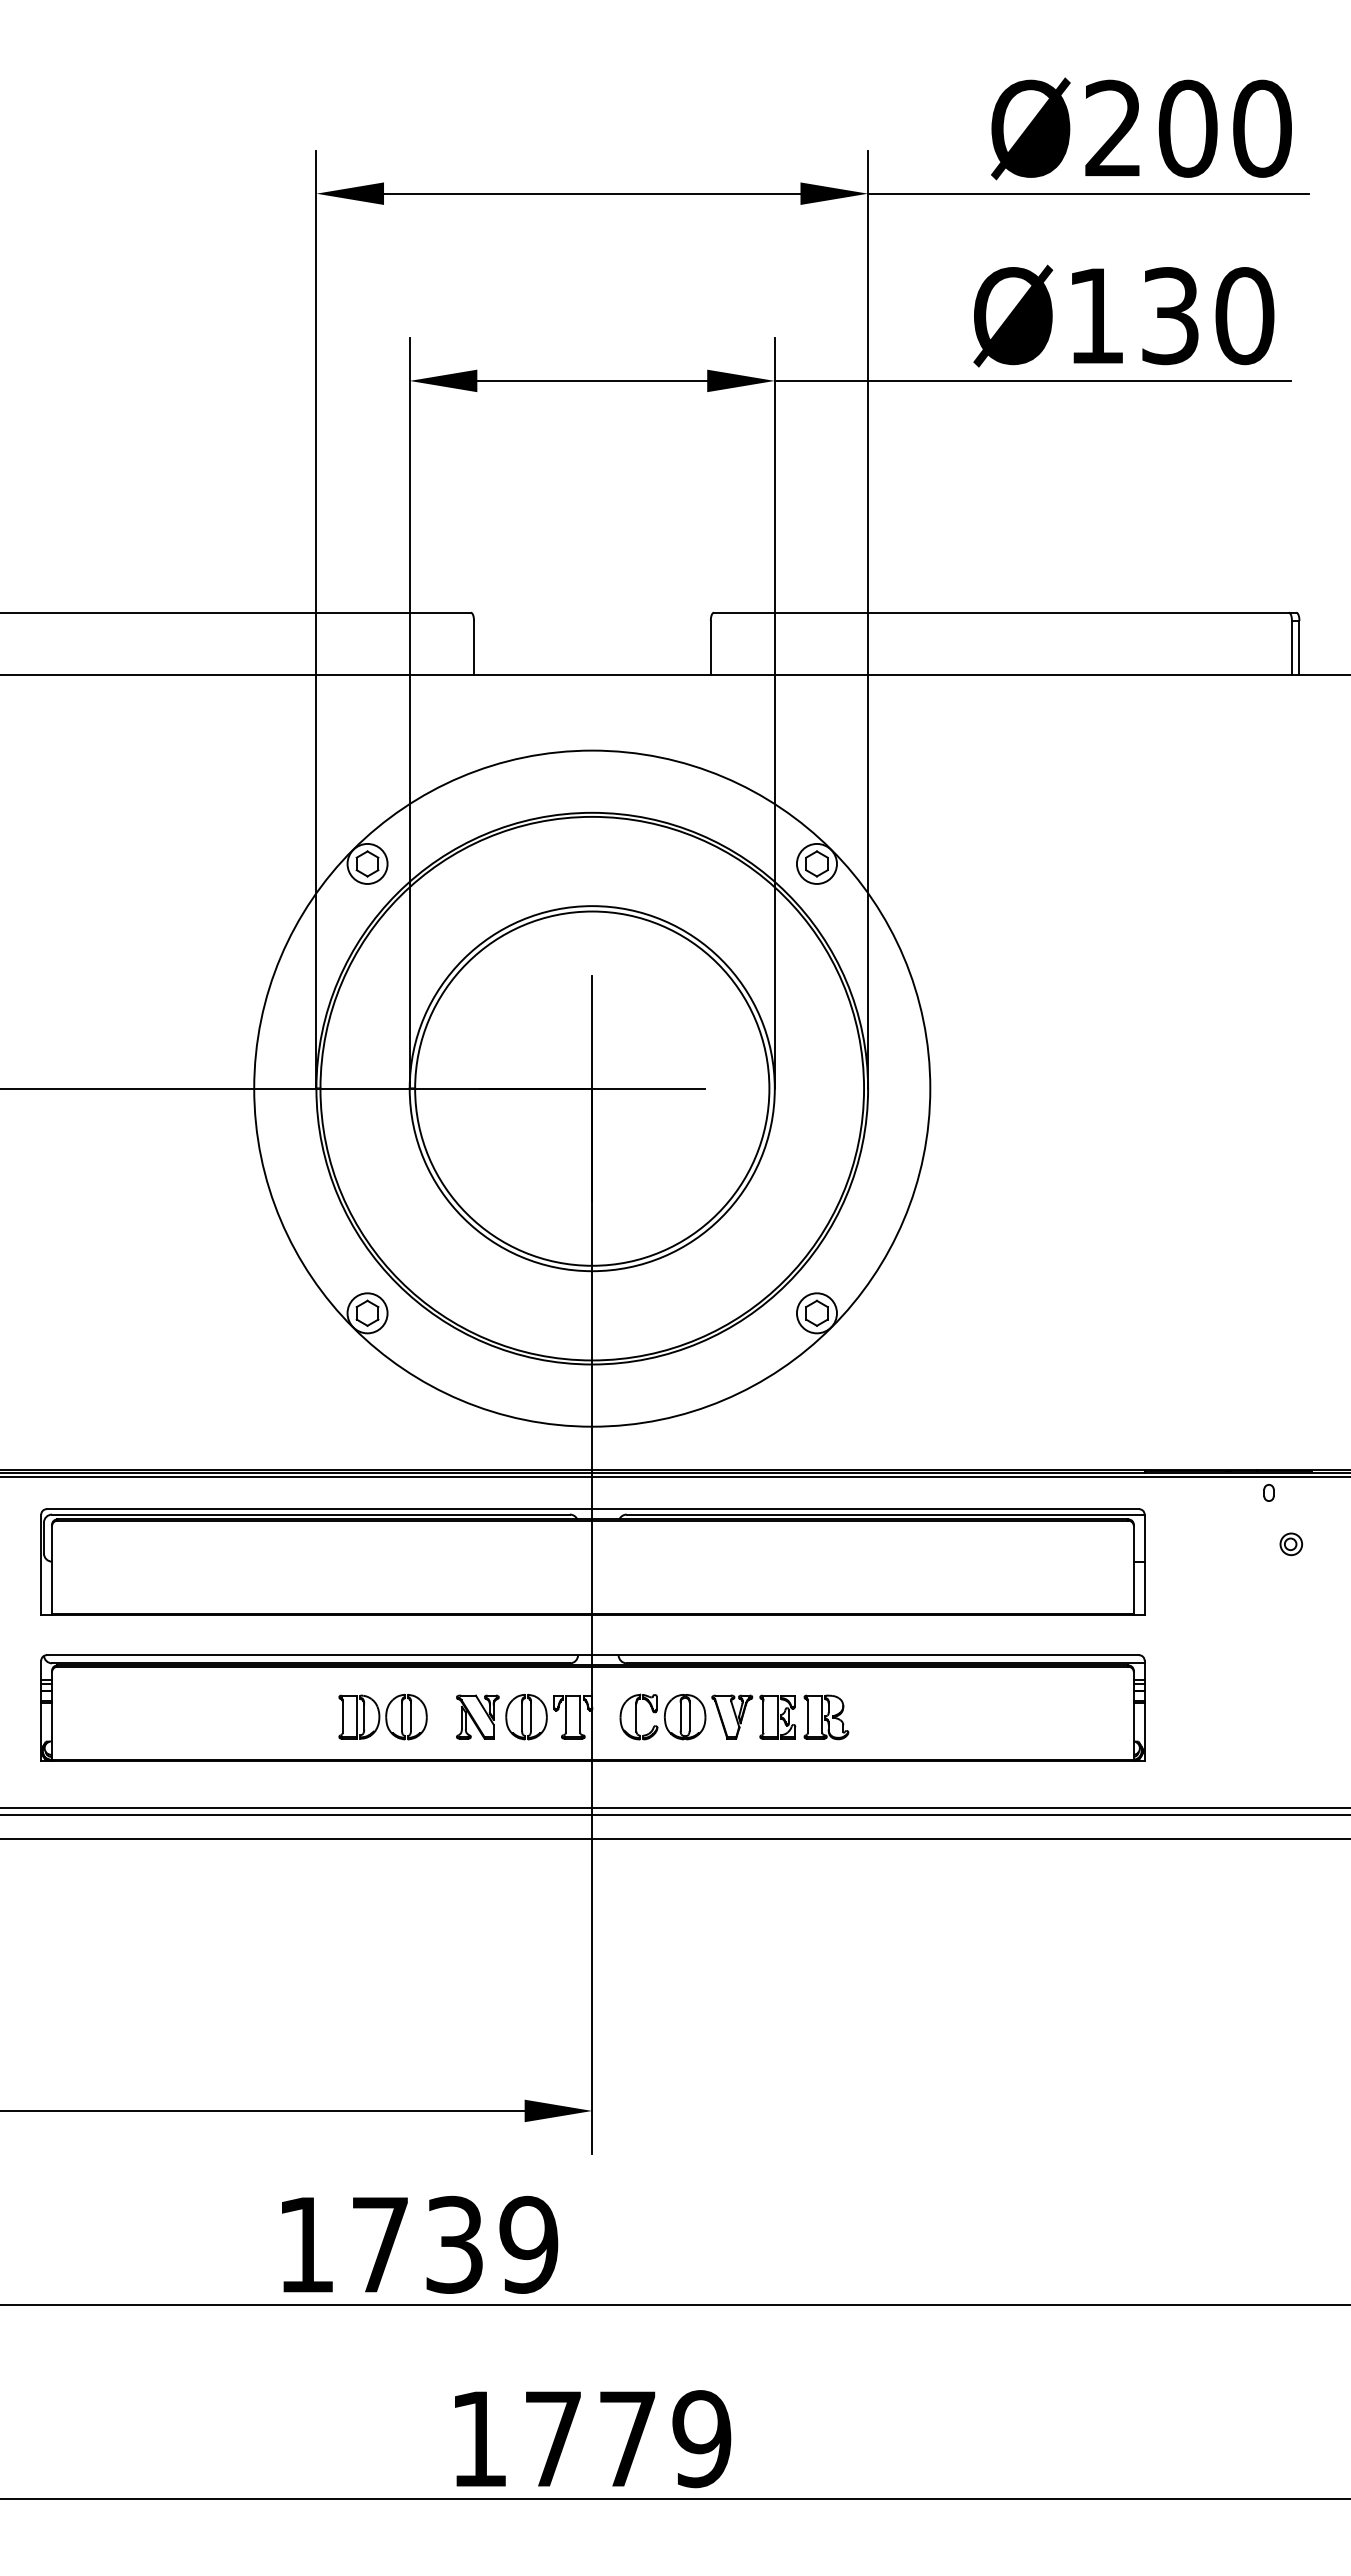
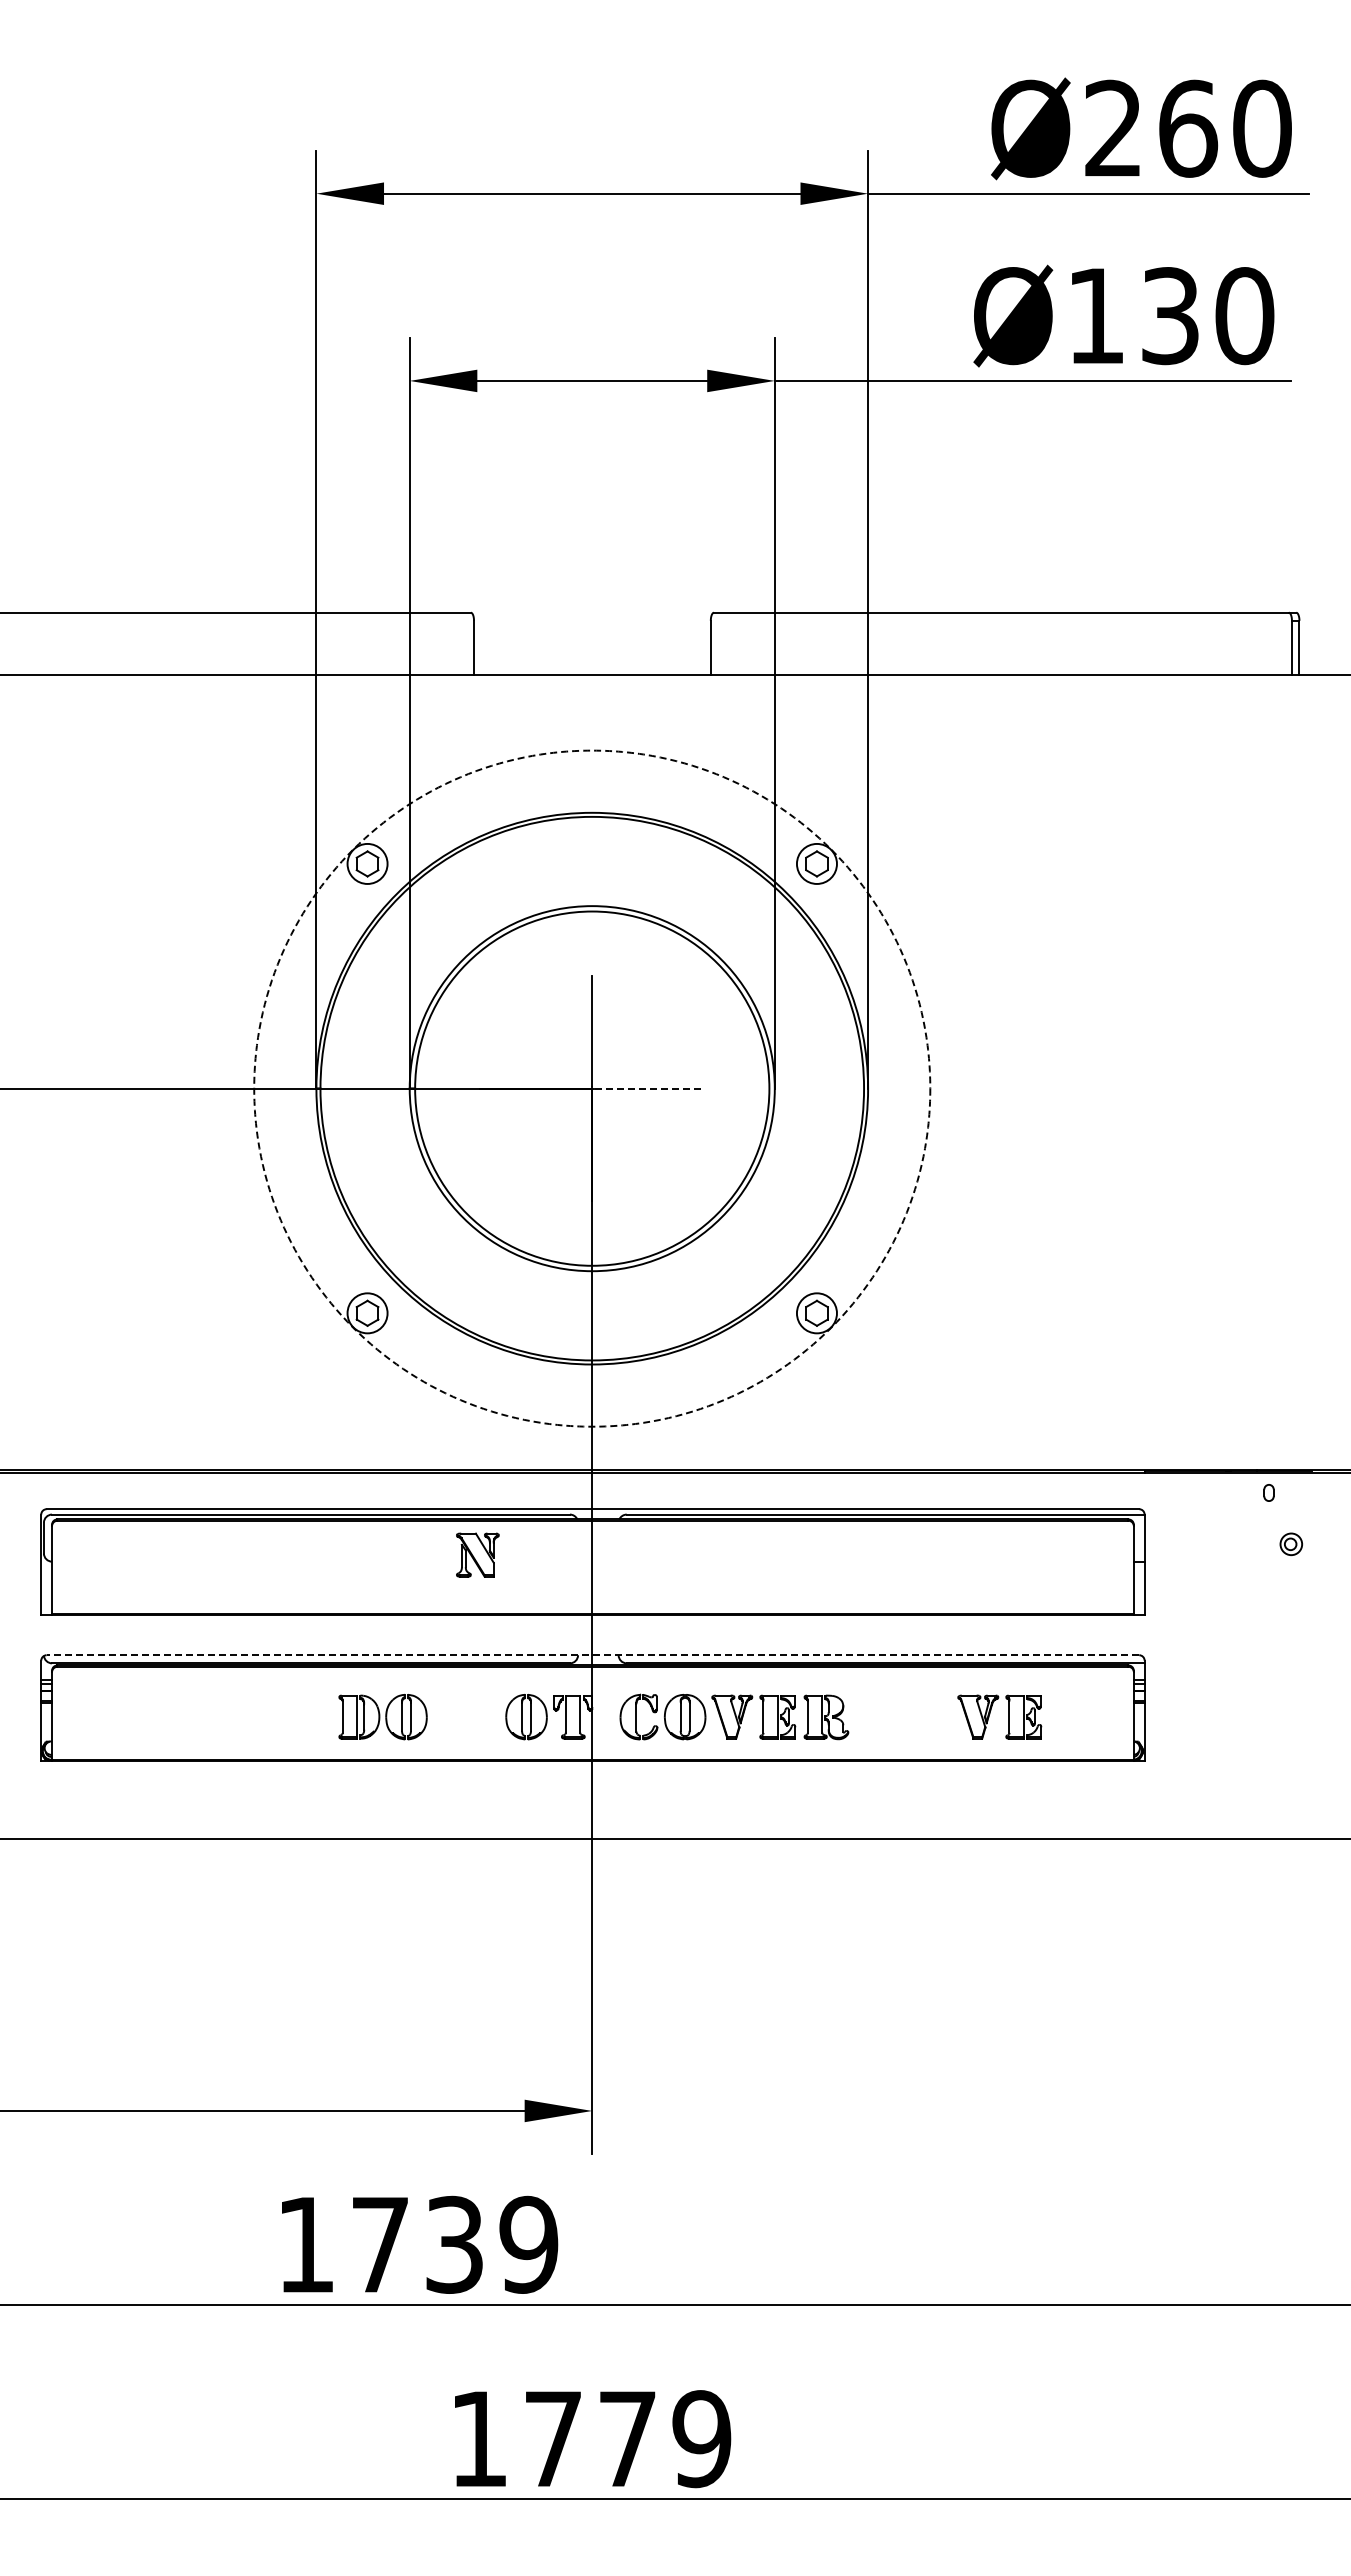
text at (1188, 128): Ø200 -> Ø260
circle at (592, 1088): solid -> dashed
line at (649, 1088): solid -> dashed
line at (674, 1476): present -> none
line at (592, 1655): solid -> dashed
part at (477, 1716) position: (477, 1716) -> (477, 1554)
part at (1008, 1716): none -> present
line at (674, 1808): present -> none
line at (674, 1814): present -> none
